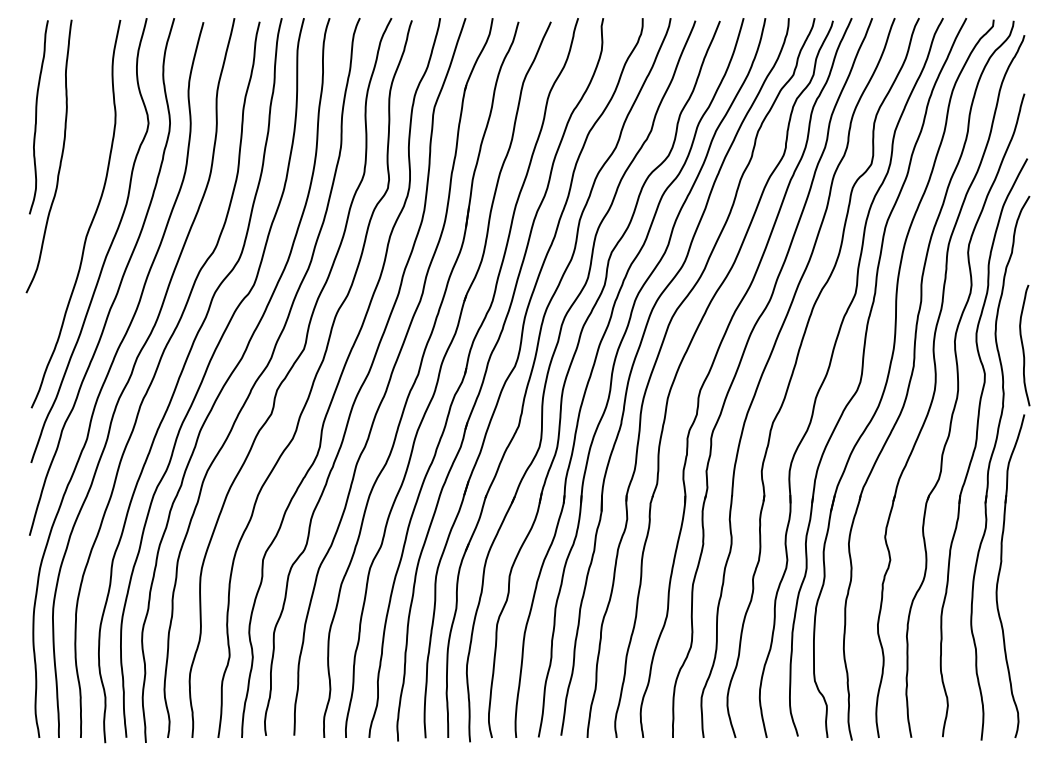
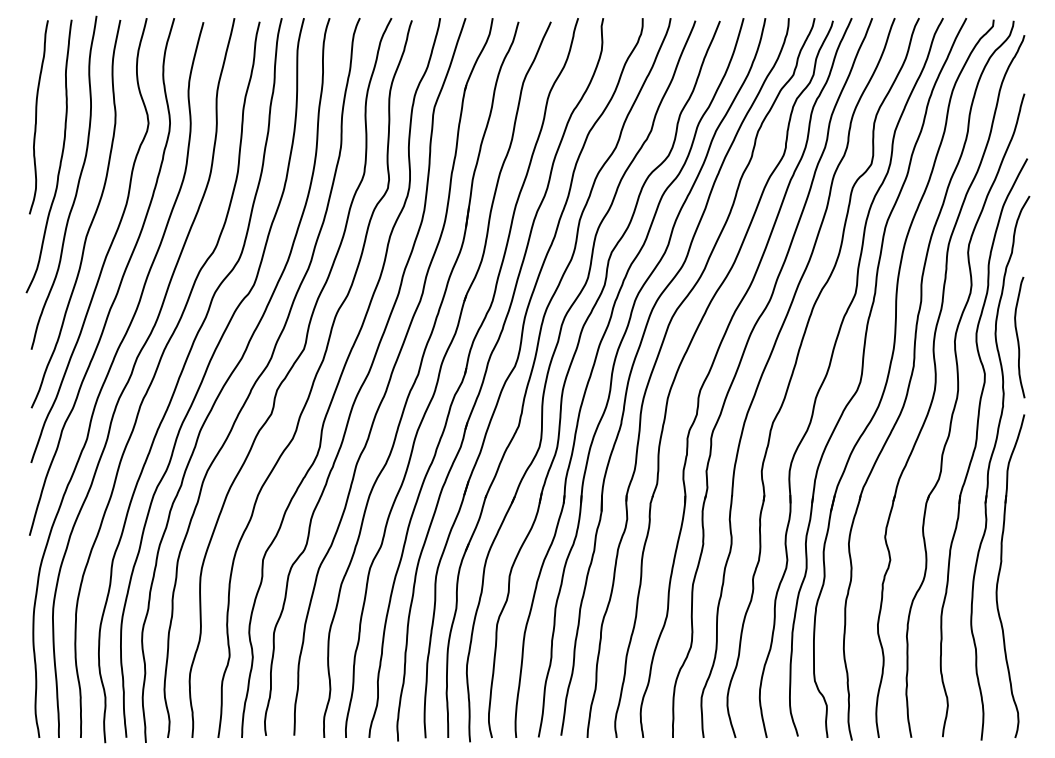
curve at (76, 187): none -> present
curve at (1023, 345) position: (1023, 345) -> (1018, 337)
